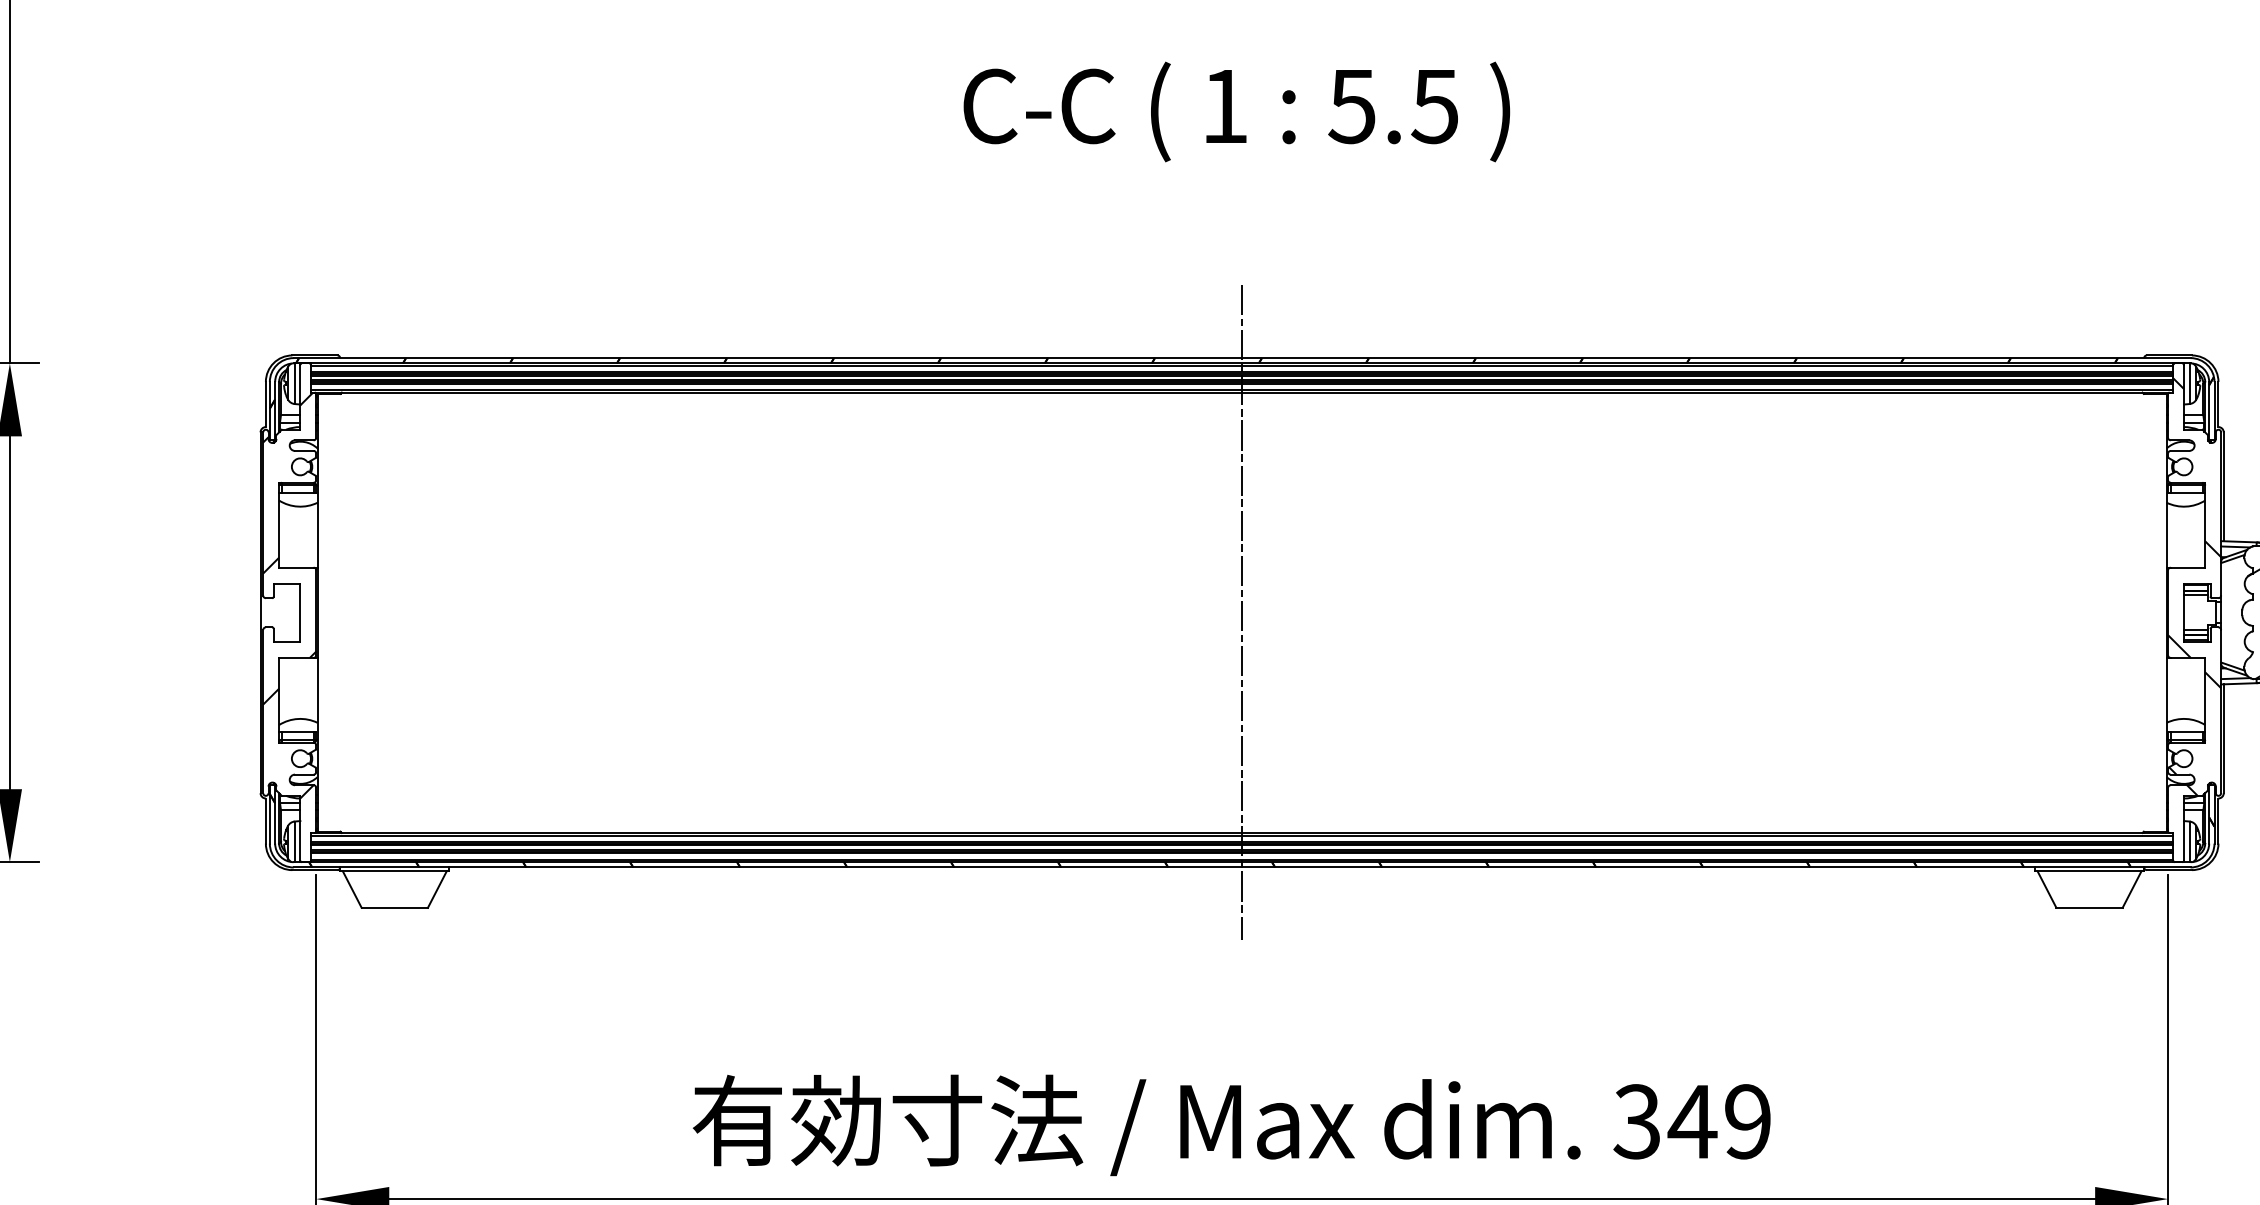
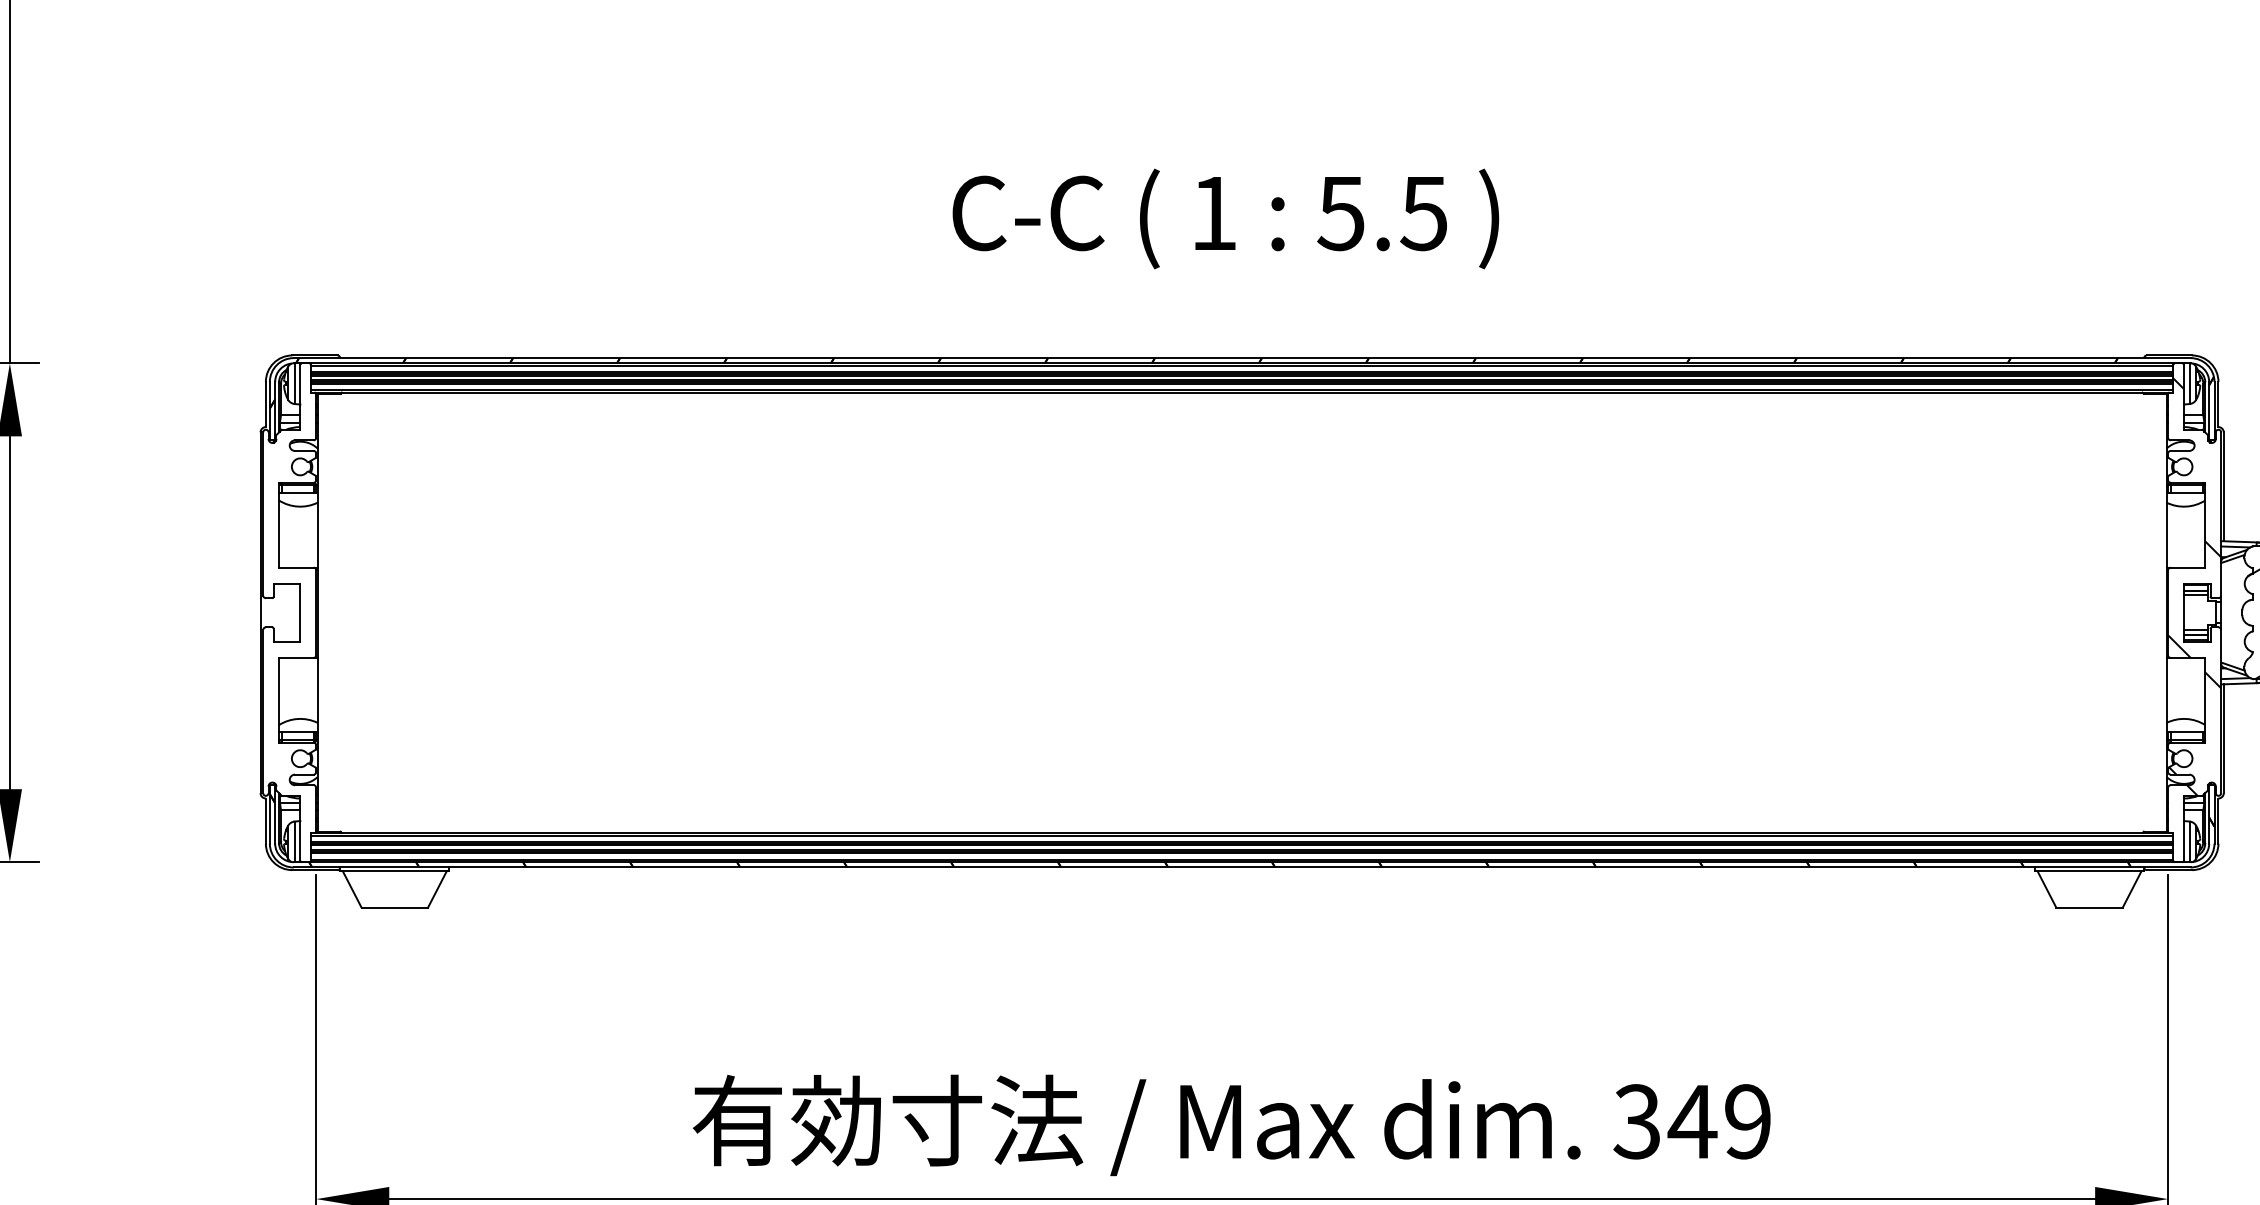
text at (1236, 111) position: (1236, 111) -> (1225, 218)
hatch at (289, 595): present -> none
line at (1242, 612): present -> none
